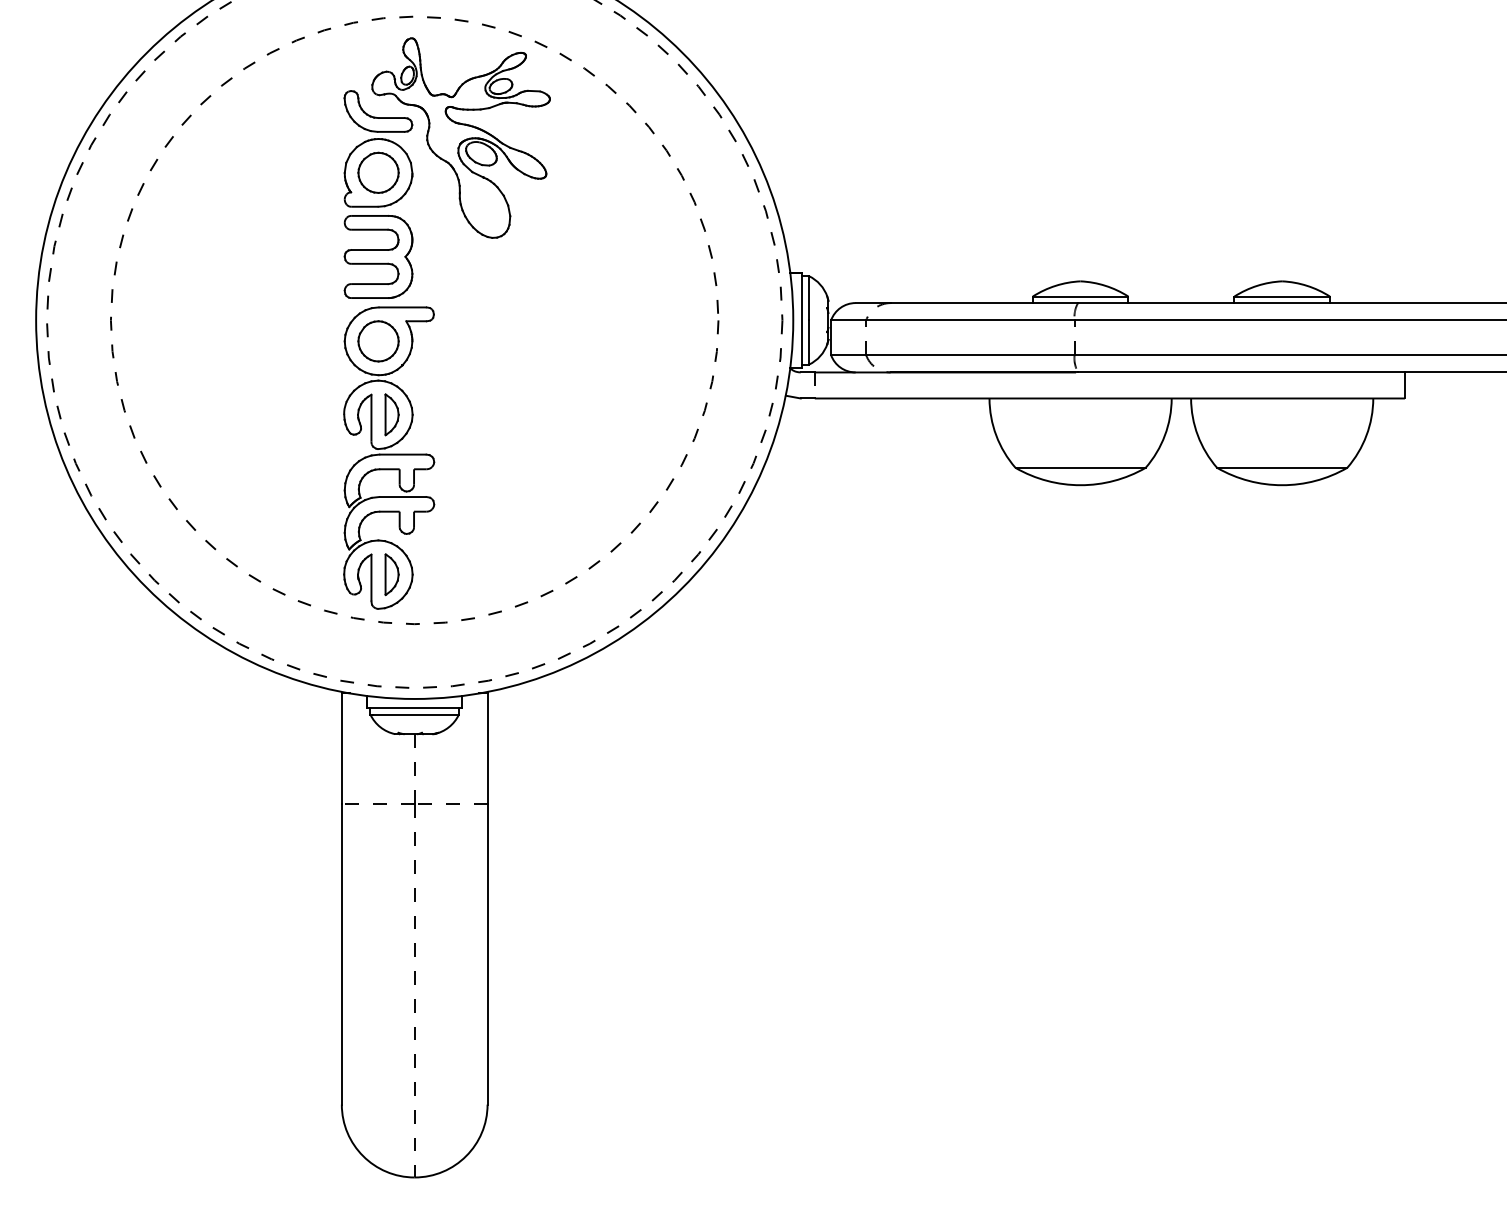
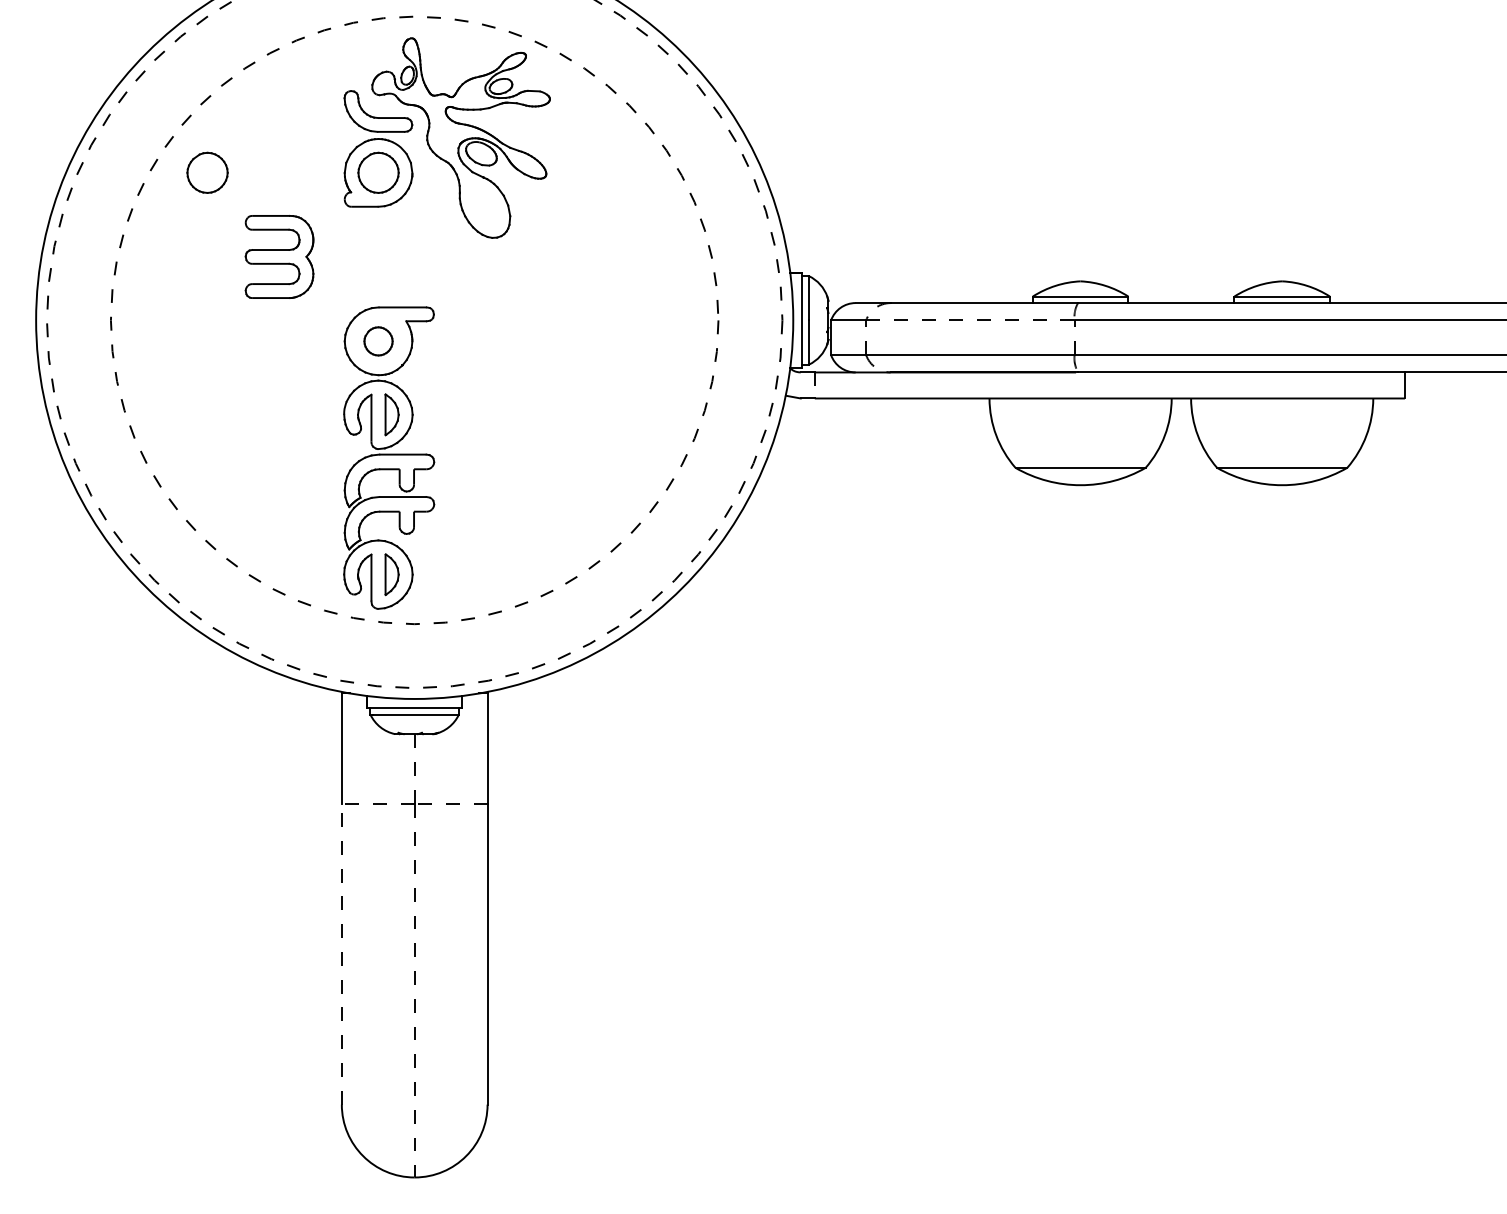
part at (207, 172): none -> present
part at (378, 256) position: (378, 256) -> (279, 256)
line at (970, 320): solid -> dashed
part at (378, 341) size: 43x43 px -> 31x31 px
line at (341, 954): solid -> dashed
